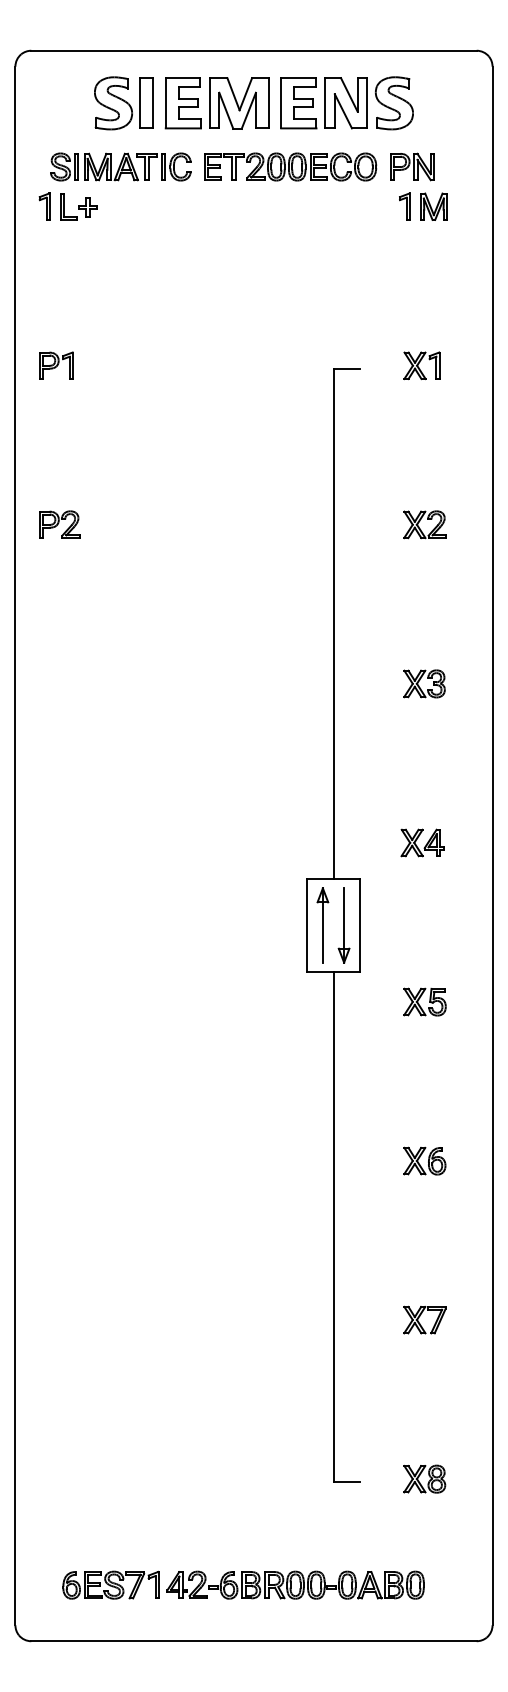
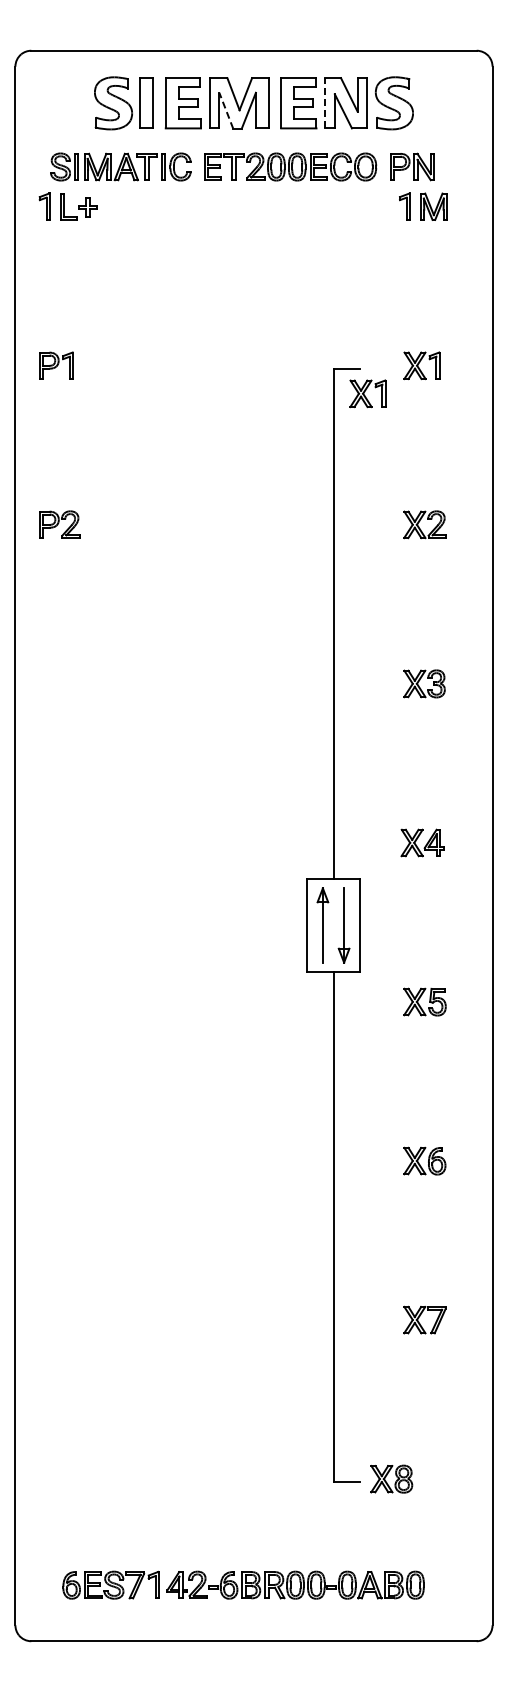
line at (325, 102): solid -> dashed
line at (226, 110): solid -> dashed
part at (367, 393): none -> present
part at (424, 1478) position: (424, 1478) -> (391, 1478)
